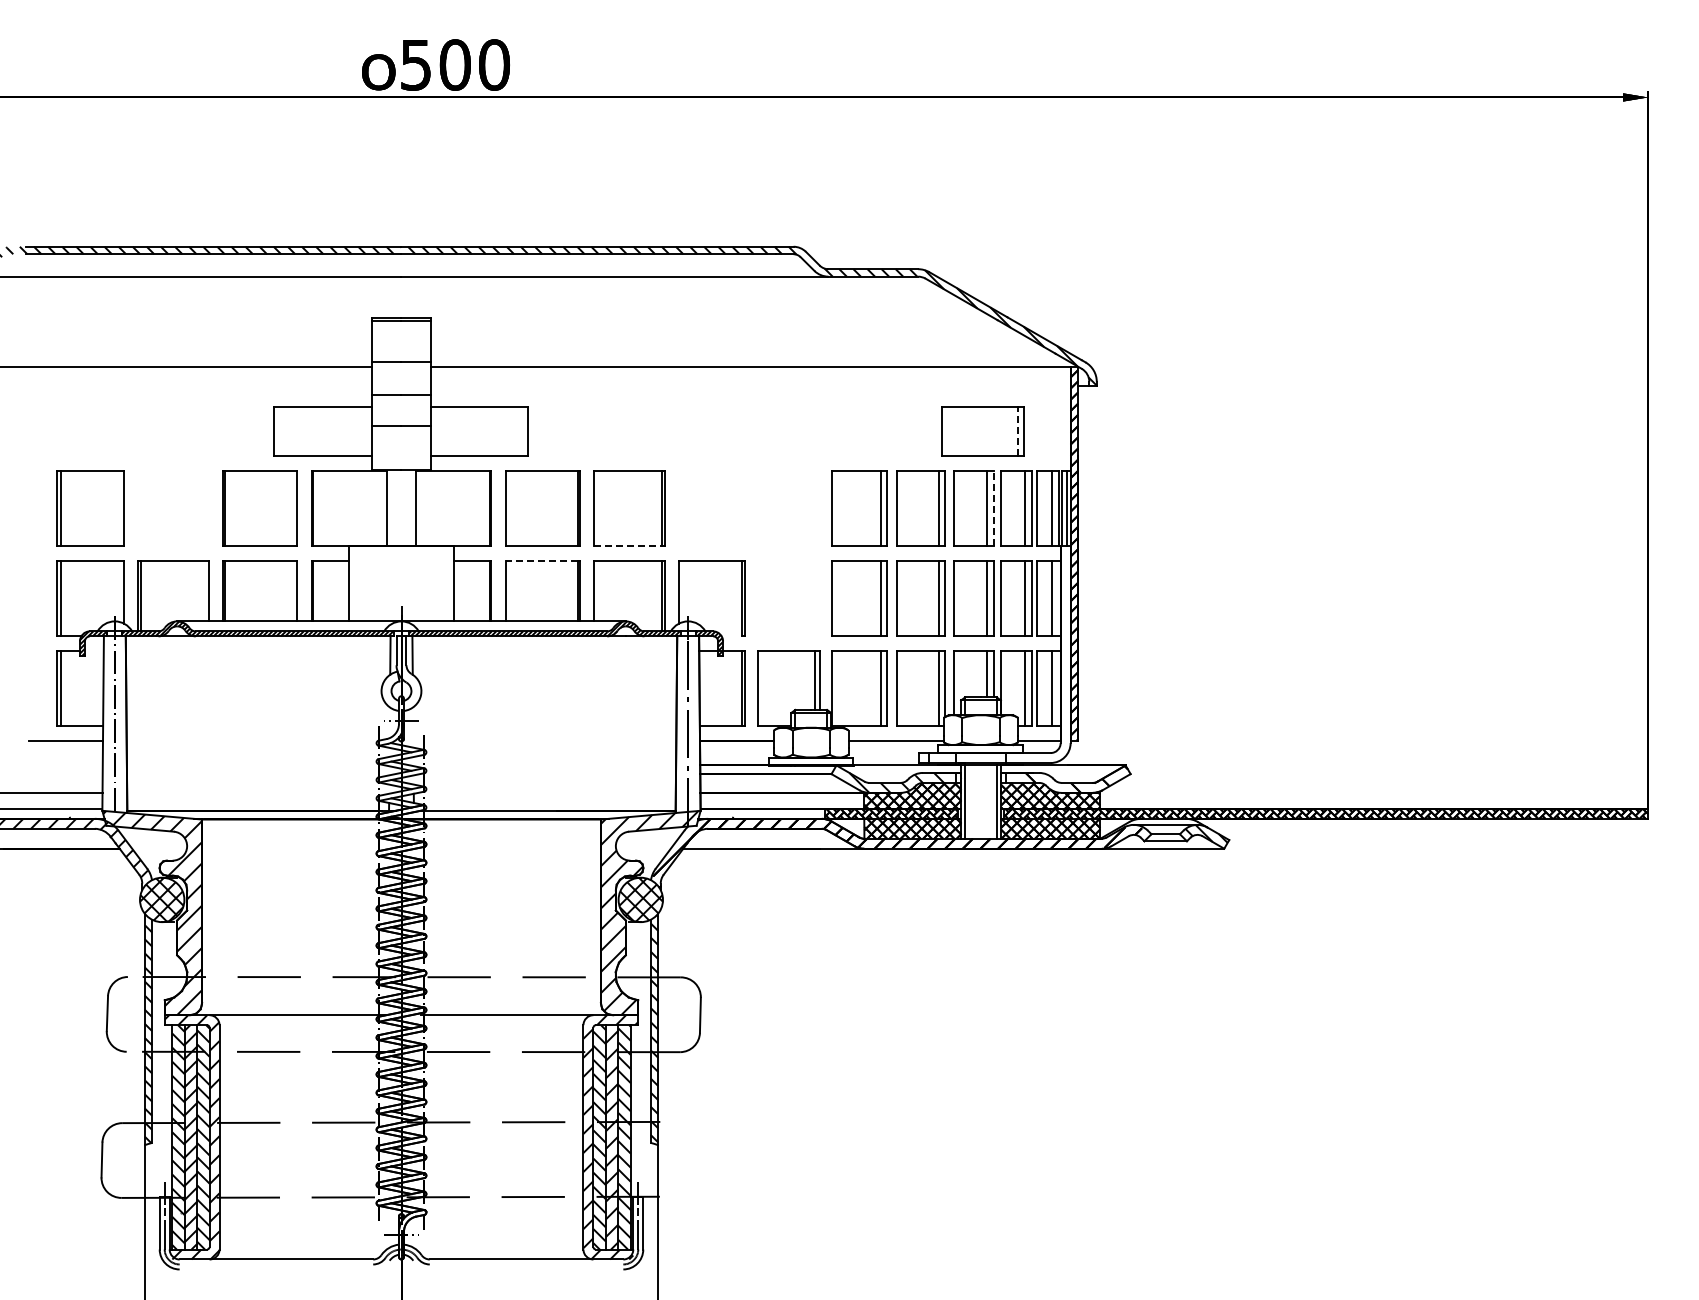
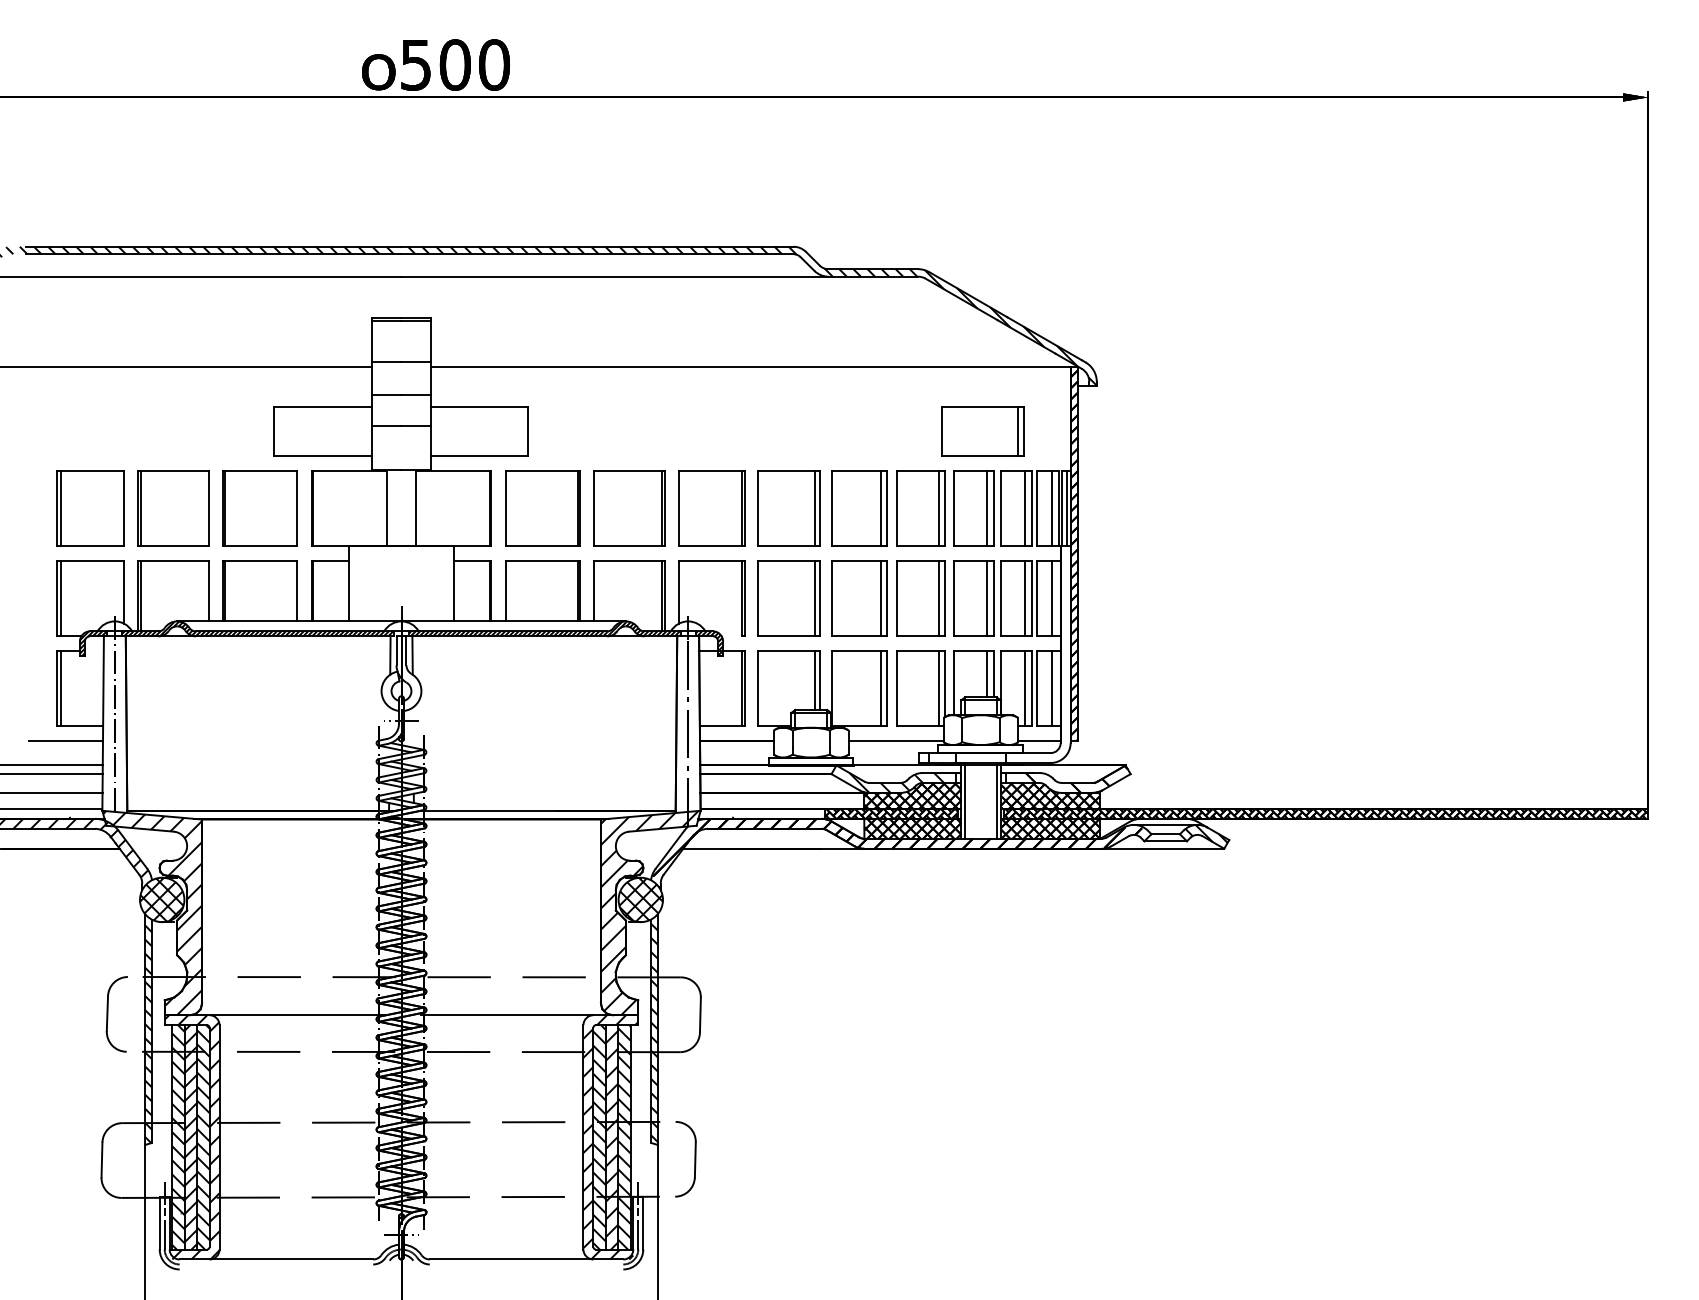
line at (1017, 431): dashed -> solid
part at (173, 508): none -> present
part at (711, 508): none -> present
part at (788, 508): none -> present
line at (993, 508): dashed -> solid
line at (628, 546): dashed -> solid
line at (541, 561): dashed -> solid
part at (788, 598): none -> present
line at (52, 765): none -> present
line at (52, 774): none -> present
part at (694, 1159): none -> present
